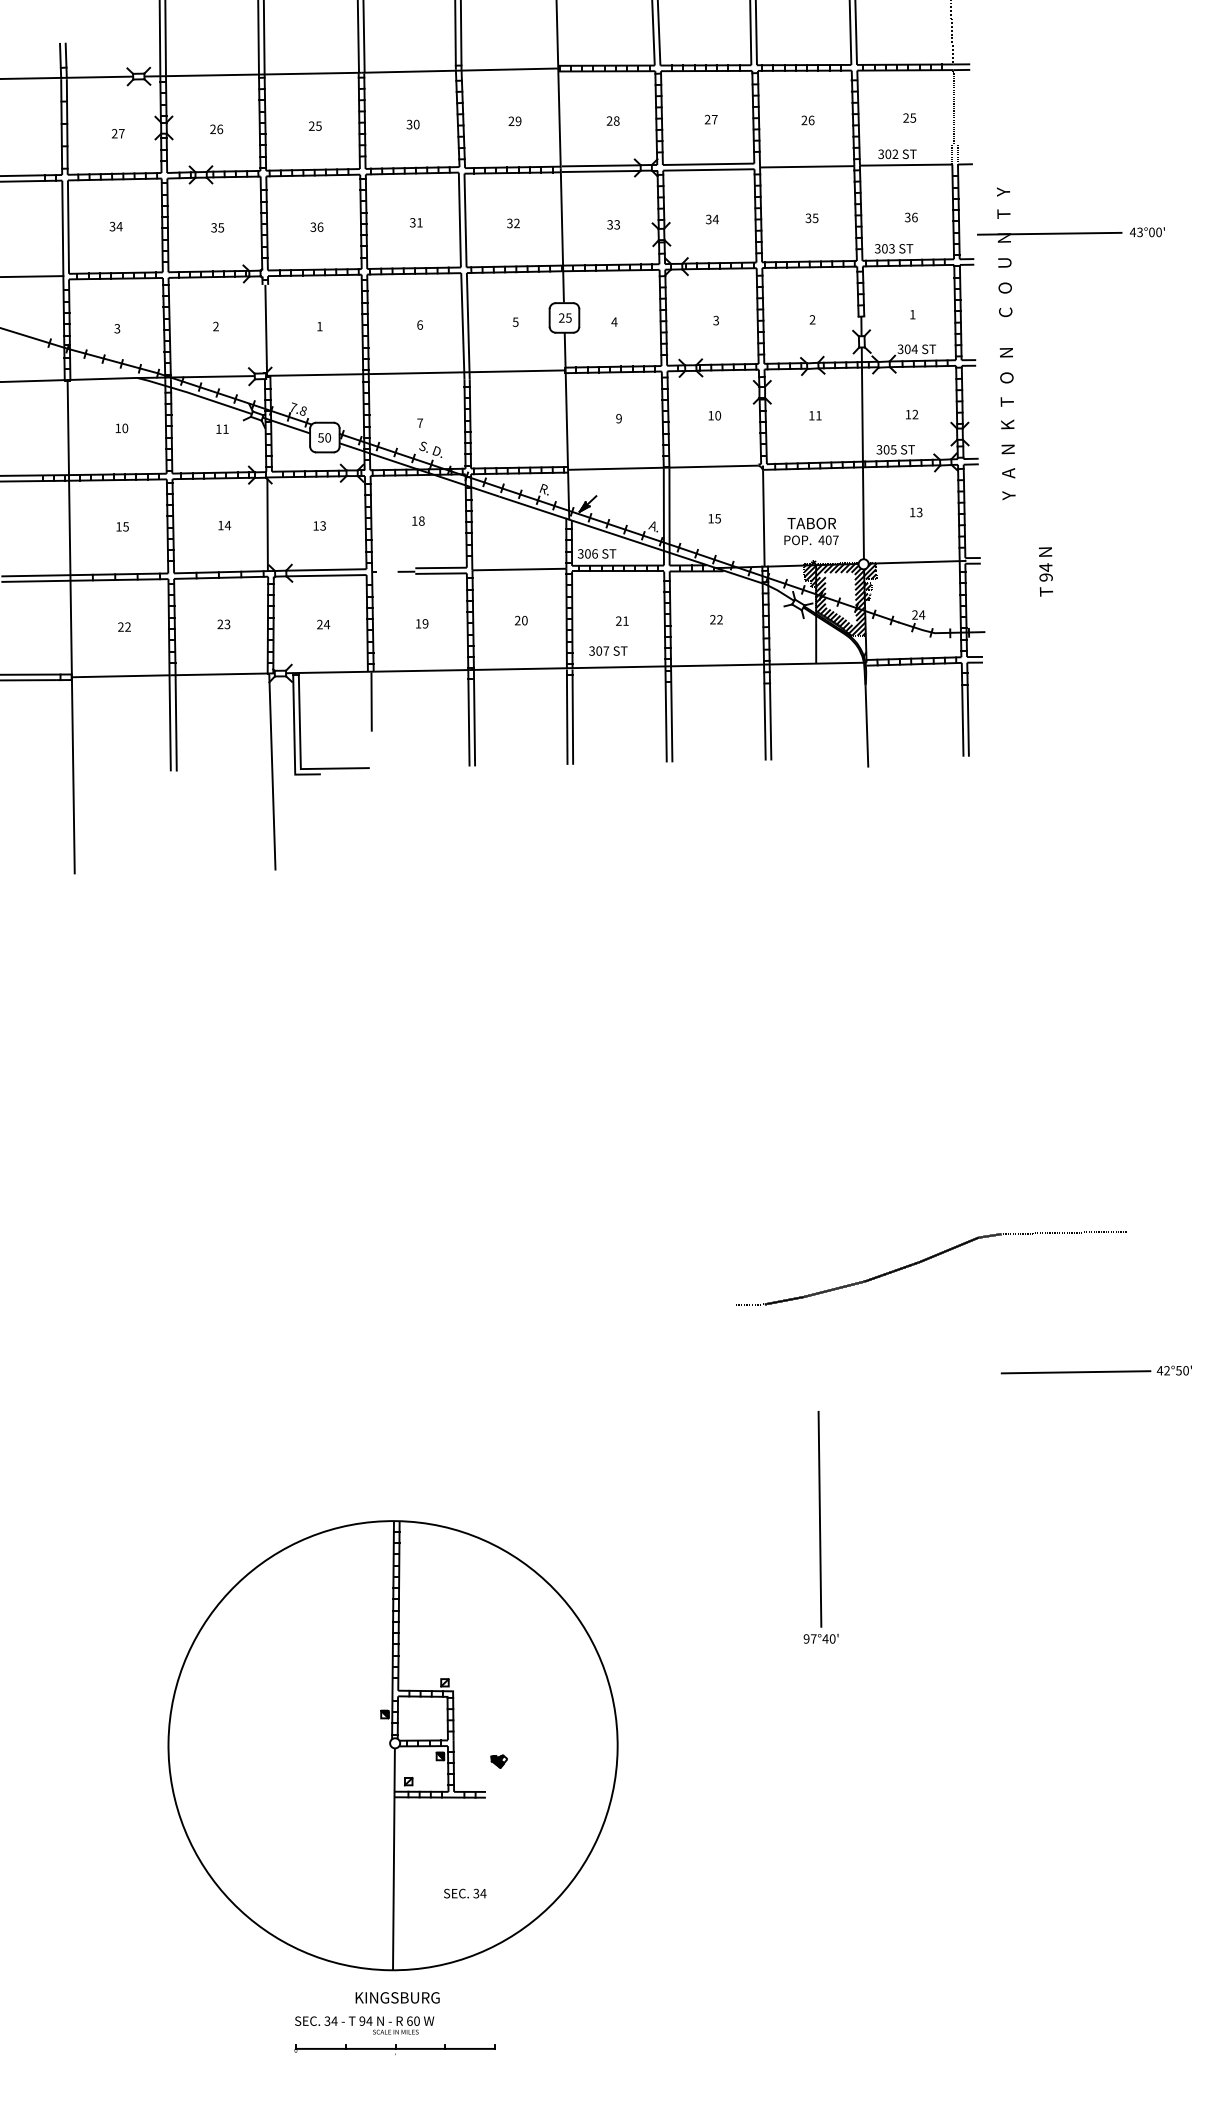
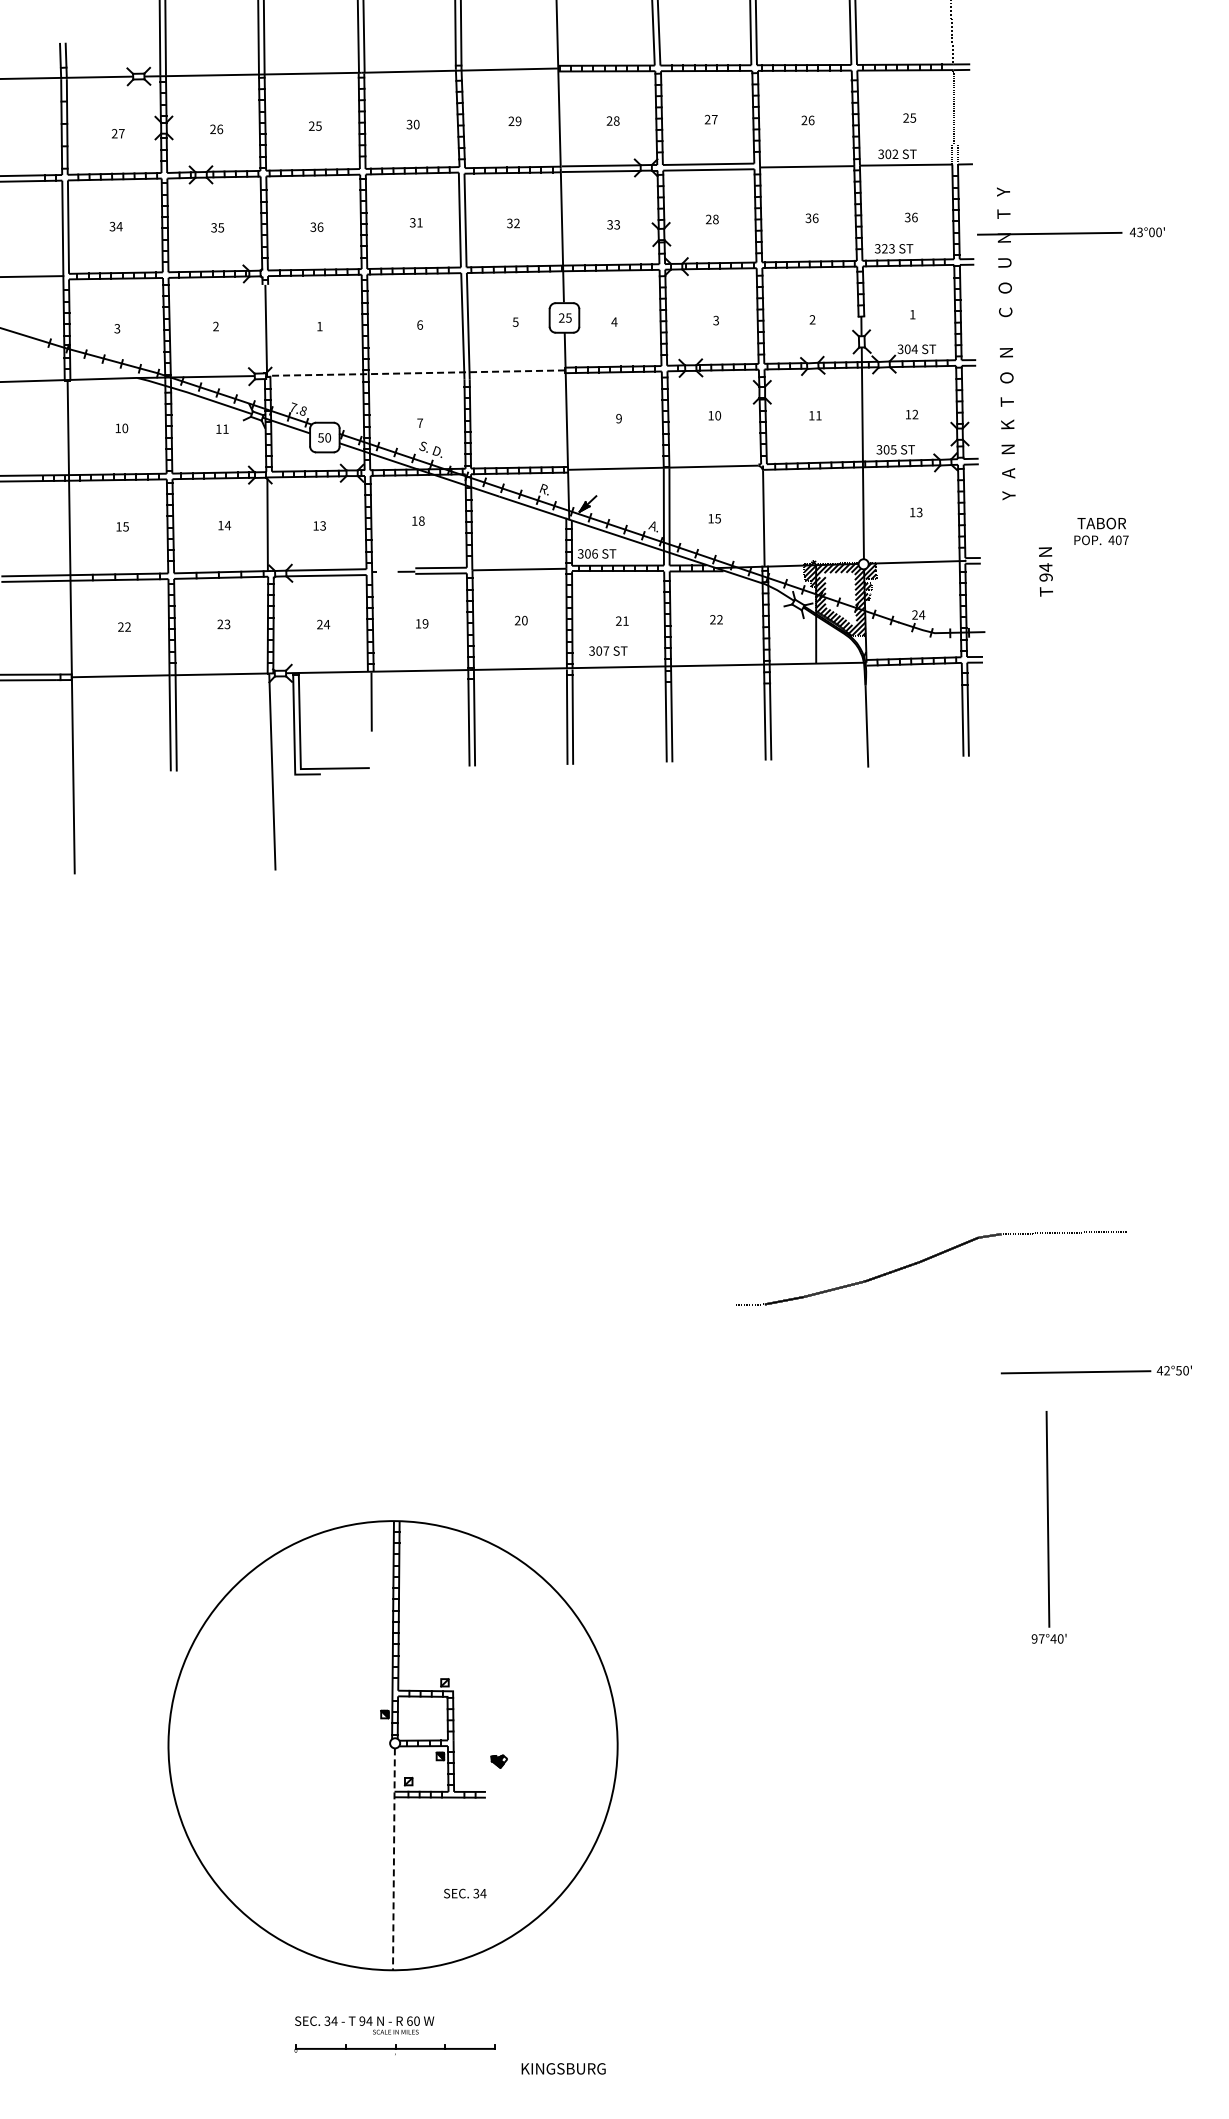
text at (815, 217): 35 -> 36
text at (712, 219): 34 -> 28
text at (884, 248): 303 -> 323
line at (414, 373): solid -> dashed
text at (811, 531) position: (811, 531) -> (1101, 531)
part at (820, 1527) position: (820, 1527) -> (1048, 1527)
line at (393, 1859): solid -> dashed
text at (397, 1997) position: (397, 1997) -> (563, 2068)
